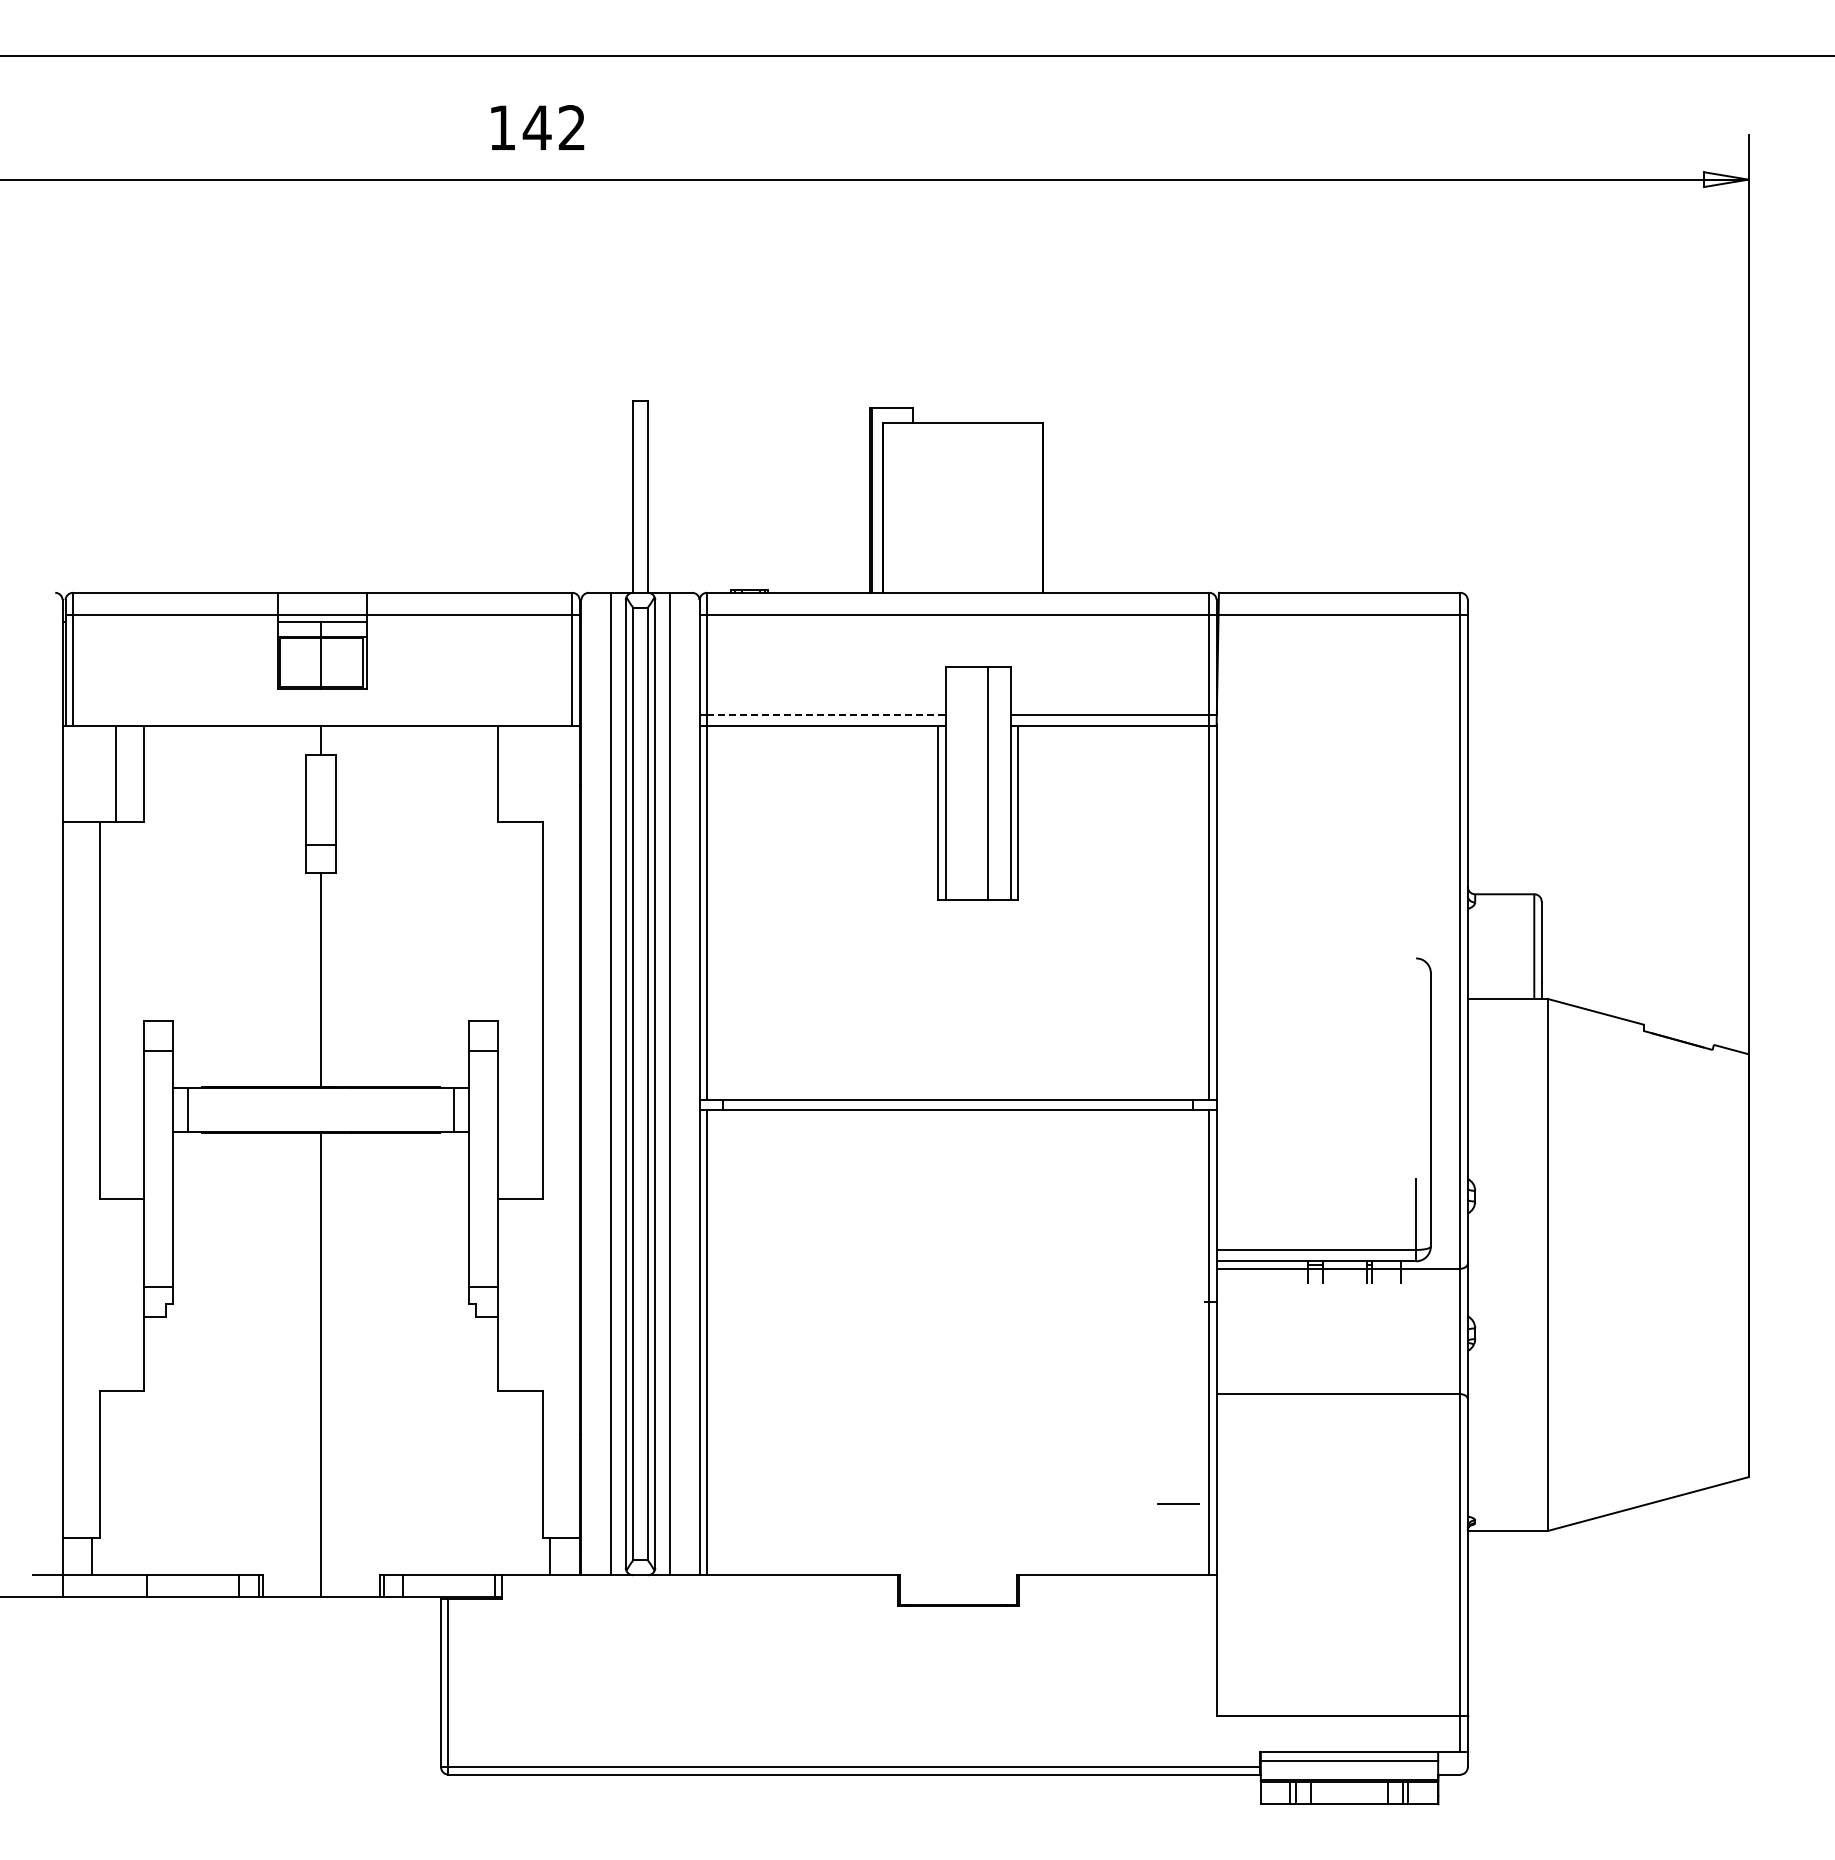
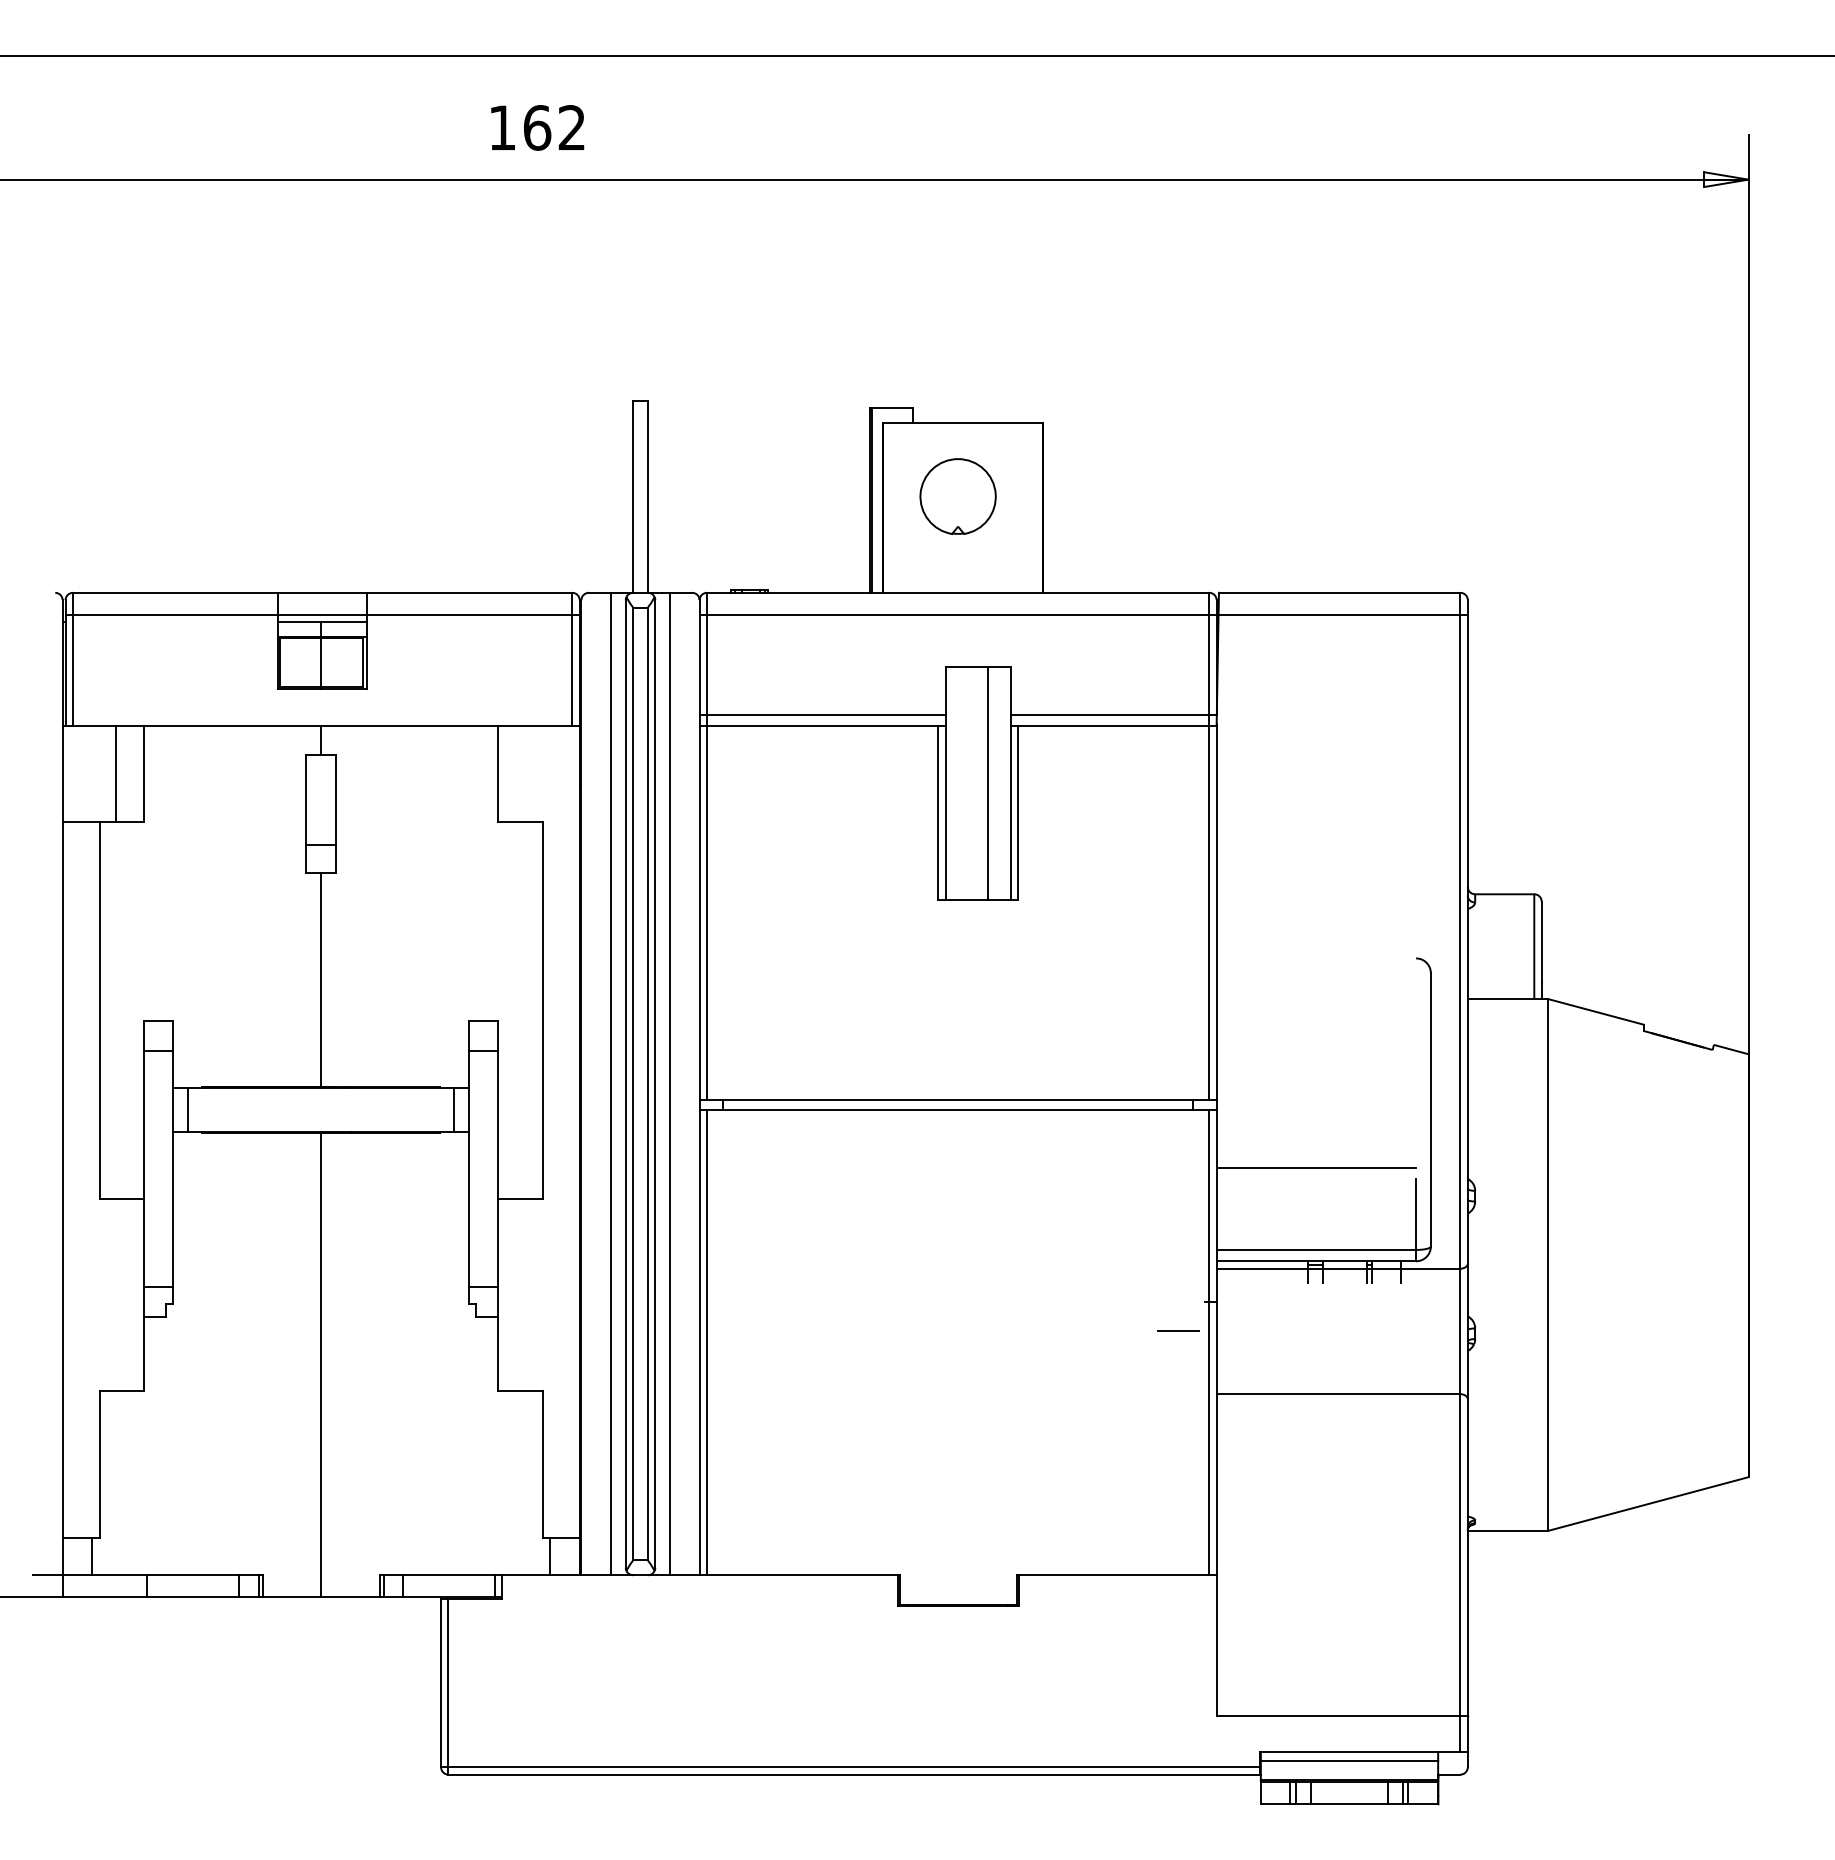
text at (536, 127): 142 -> 162
part at (957, 496): none -> present
line at (826, 715): dashed -> solid
line at (1316, 1167): none -> present
line at (1178, 1503) position: (1178, 1503) -> (1178, 1330)
